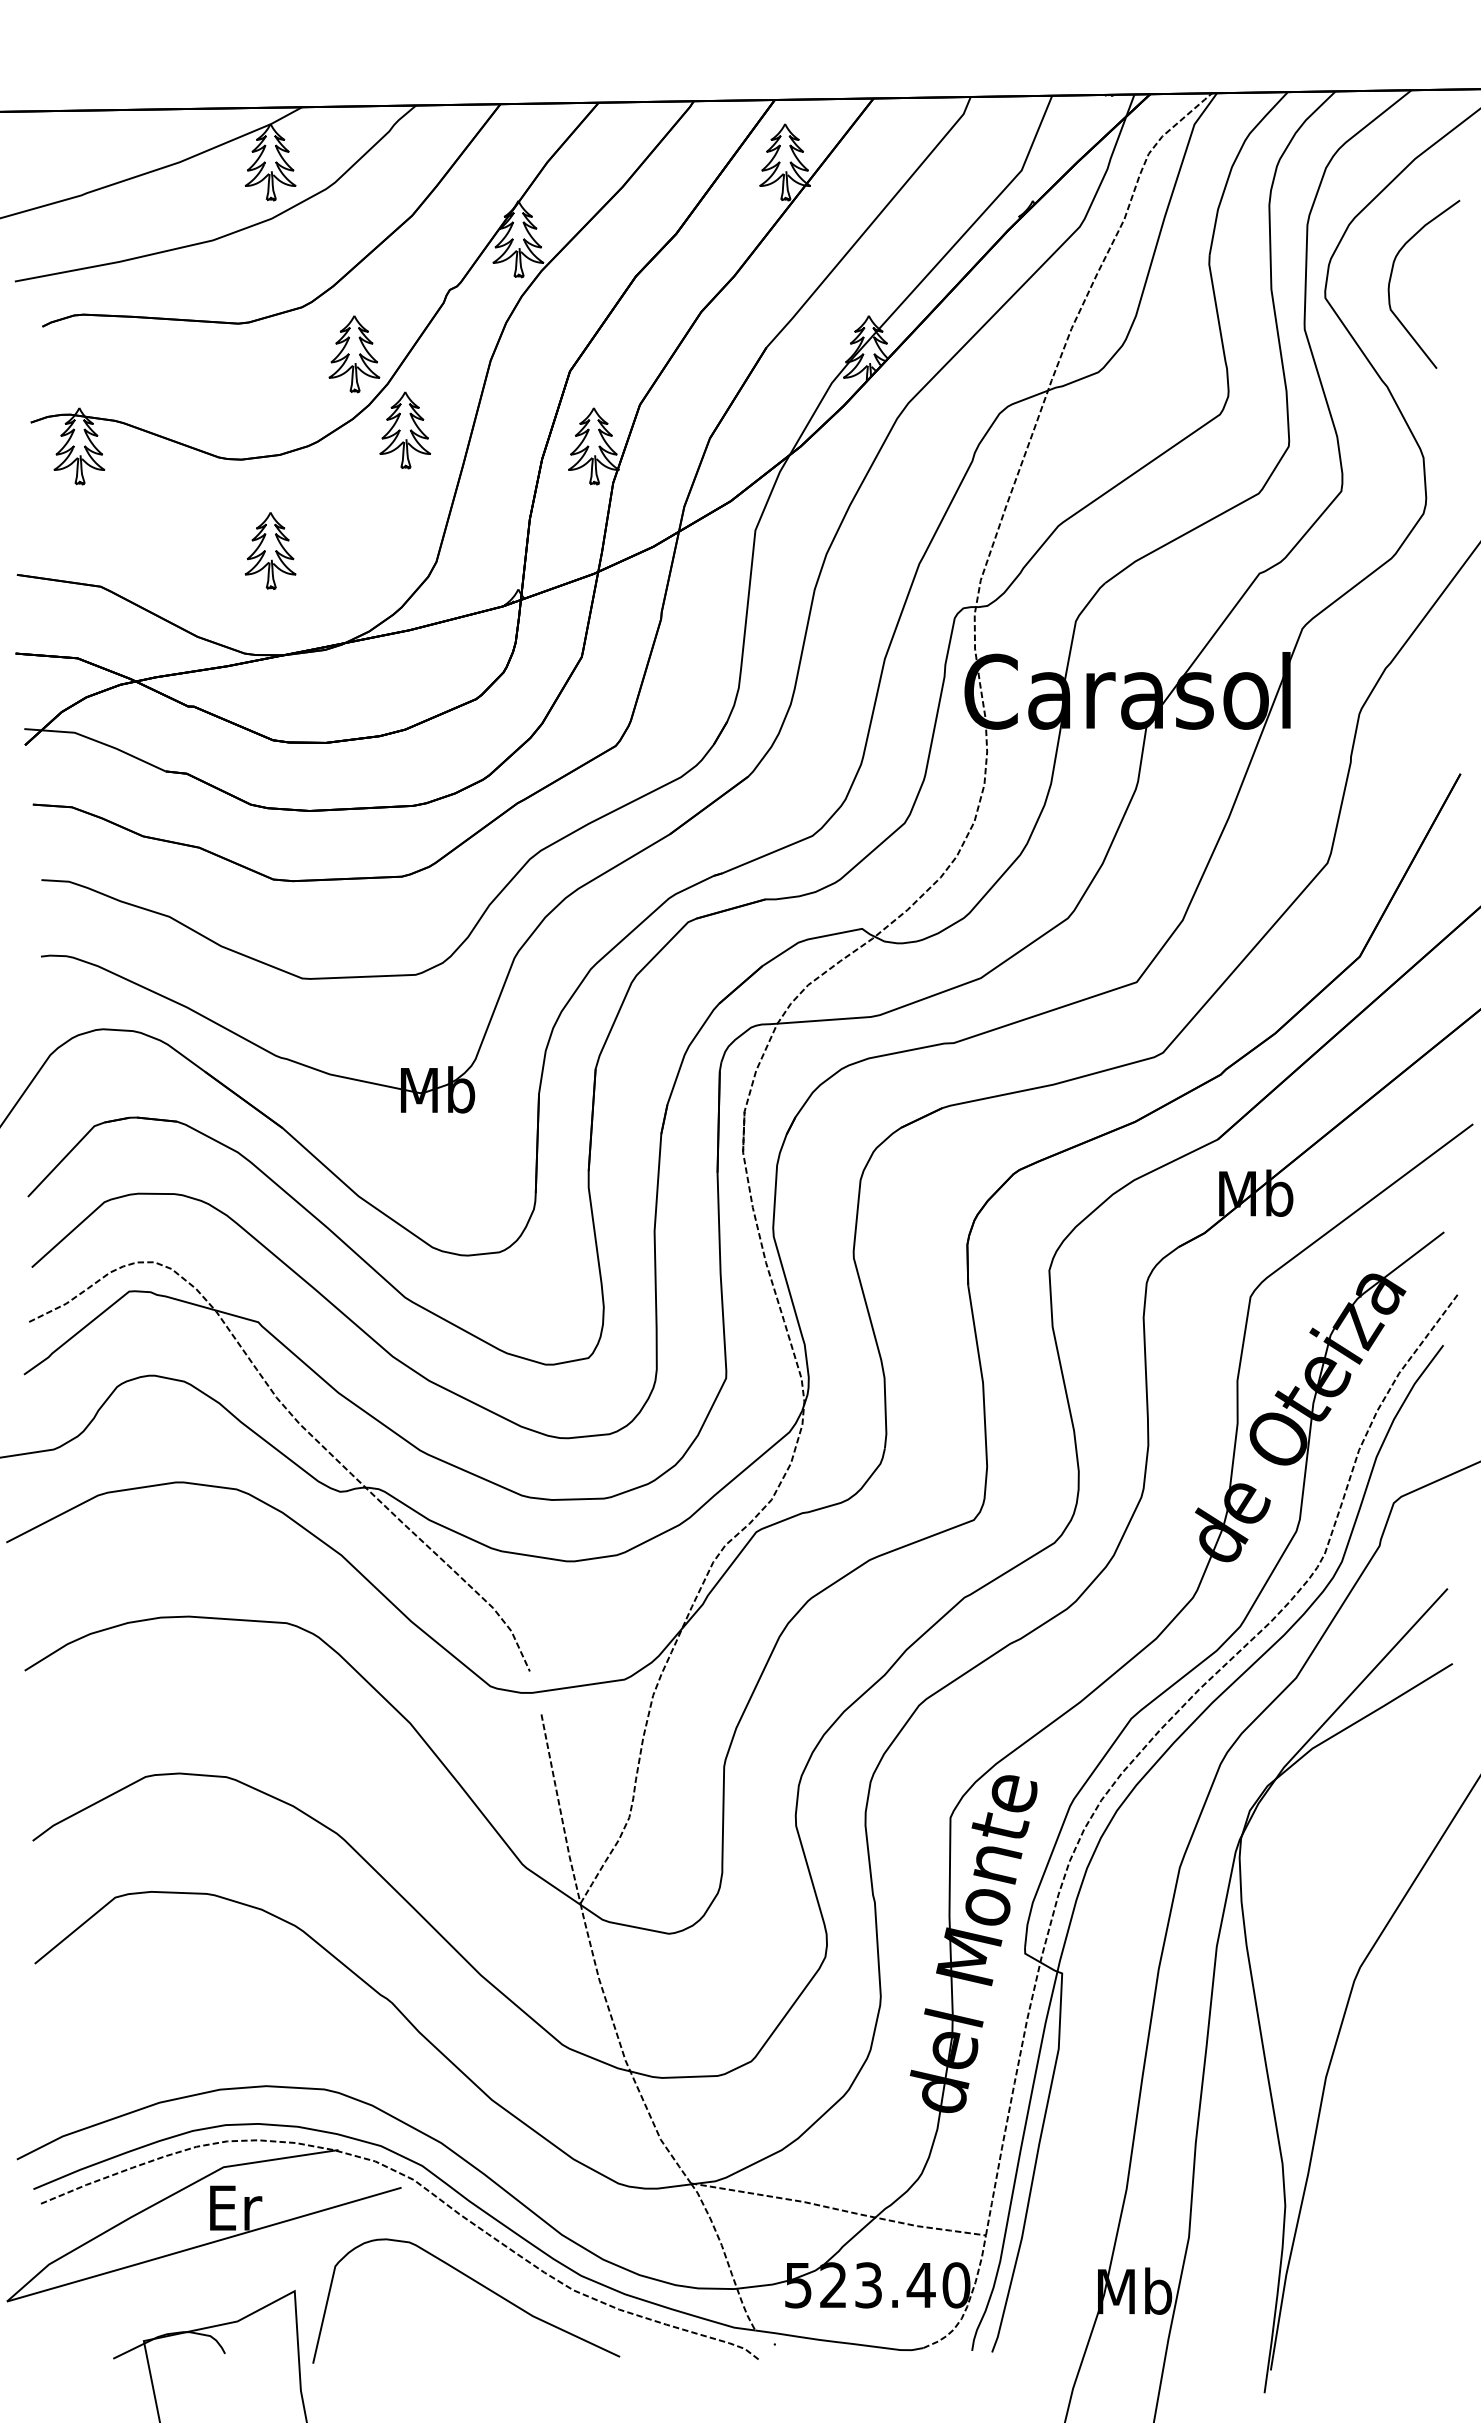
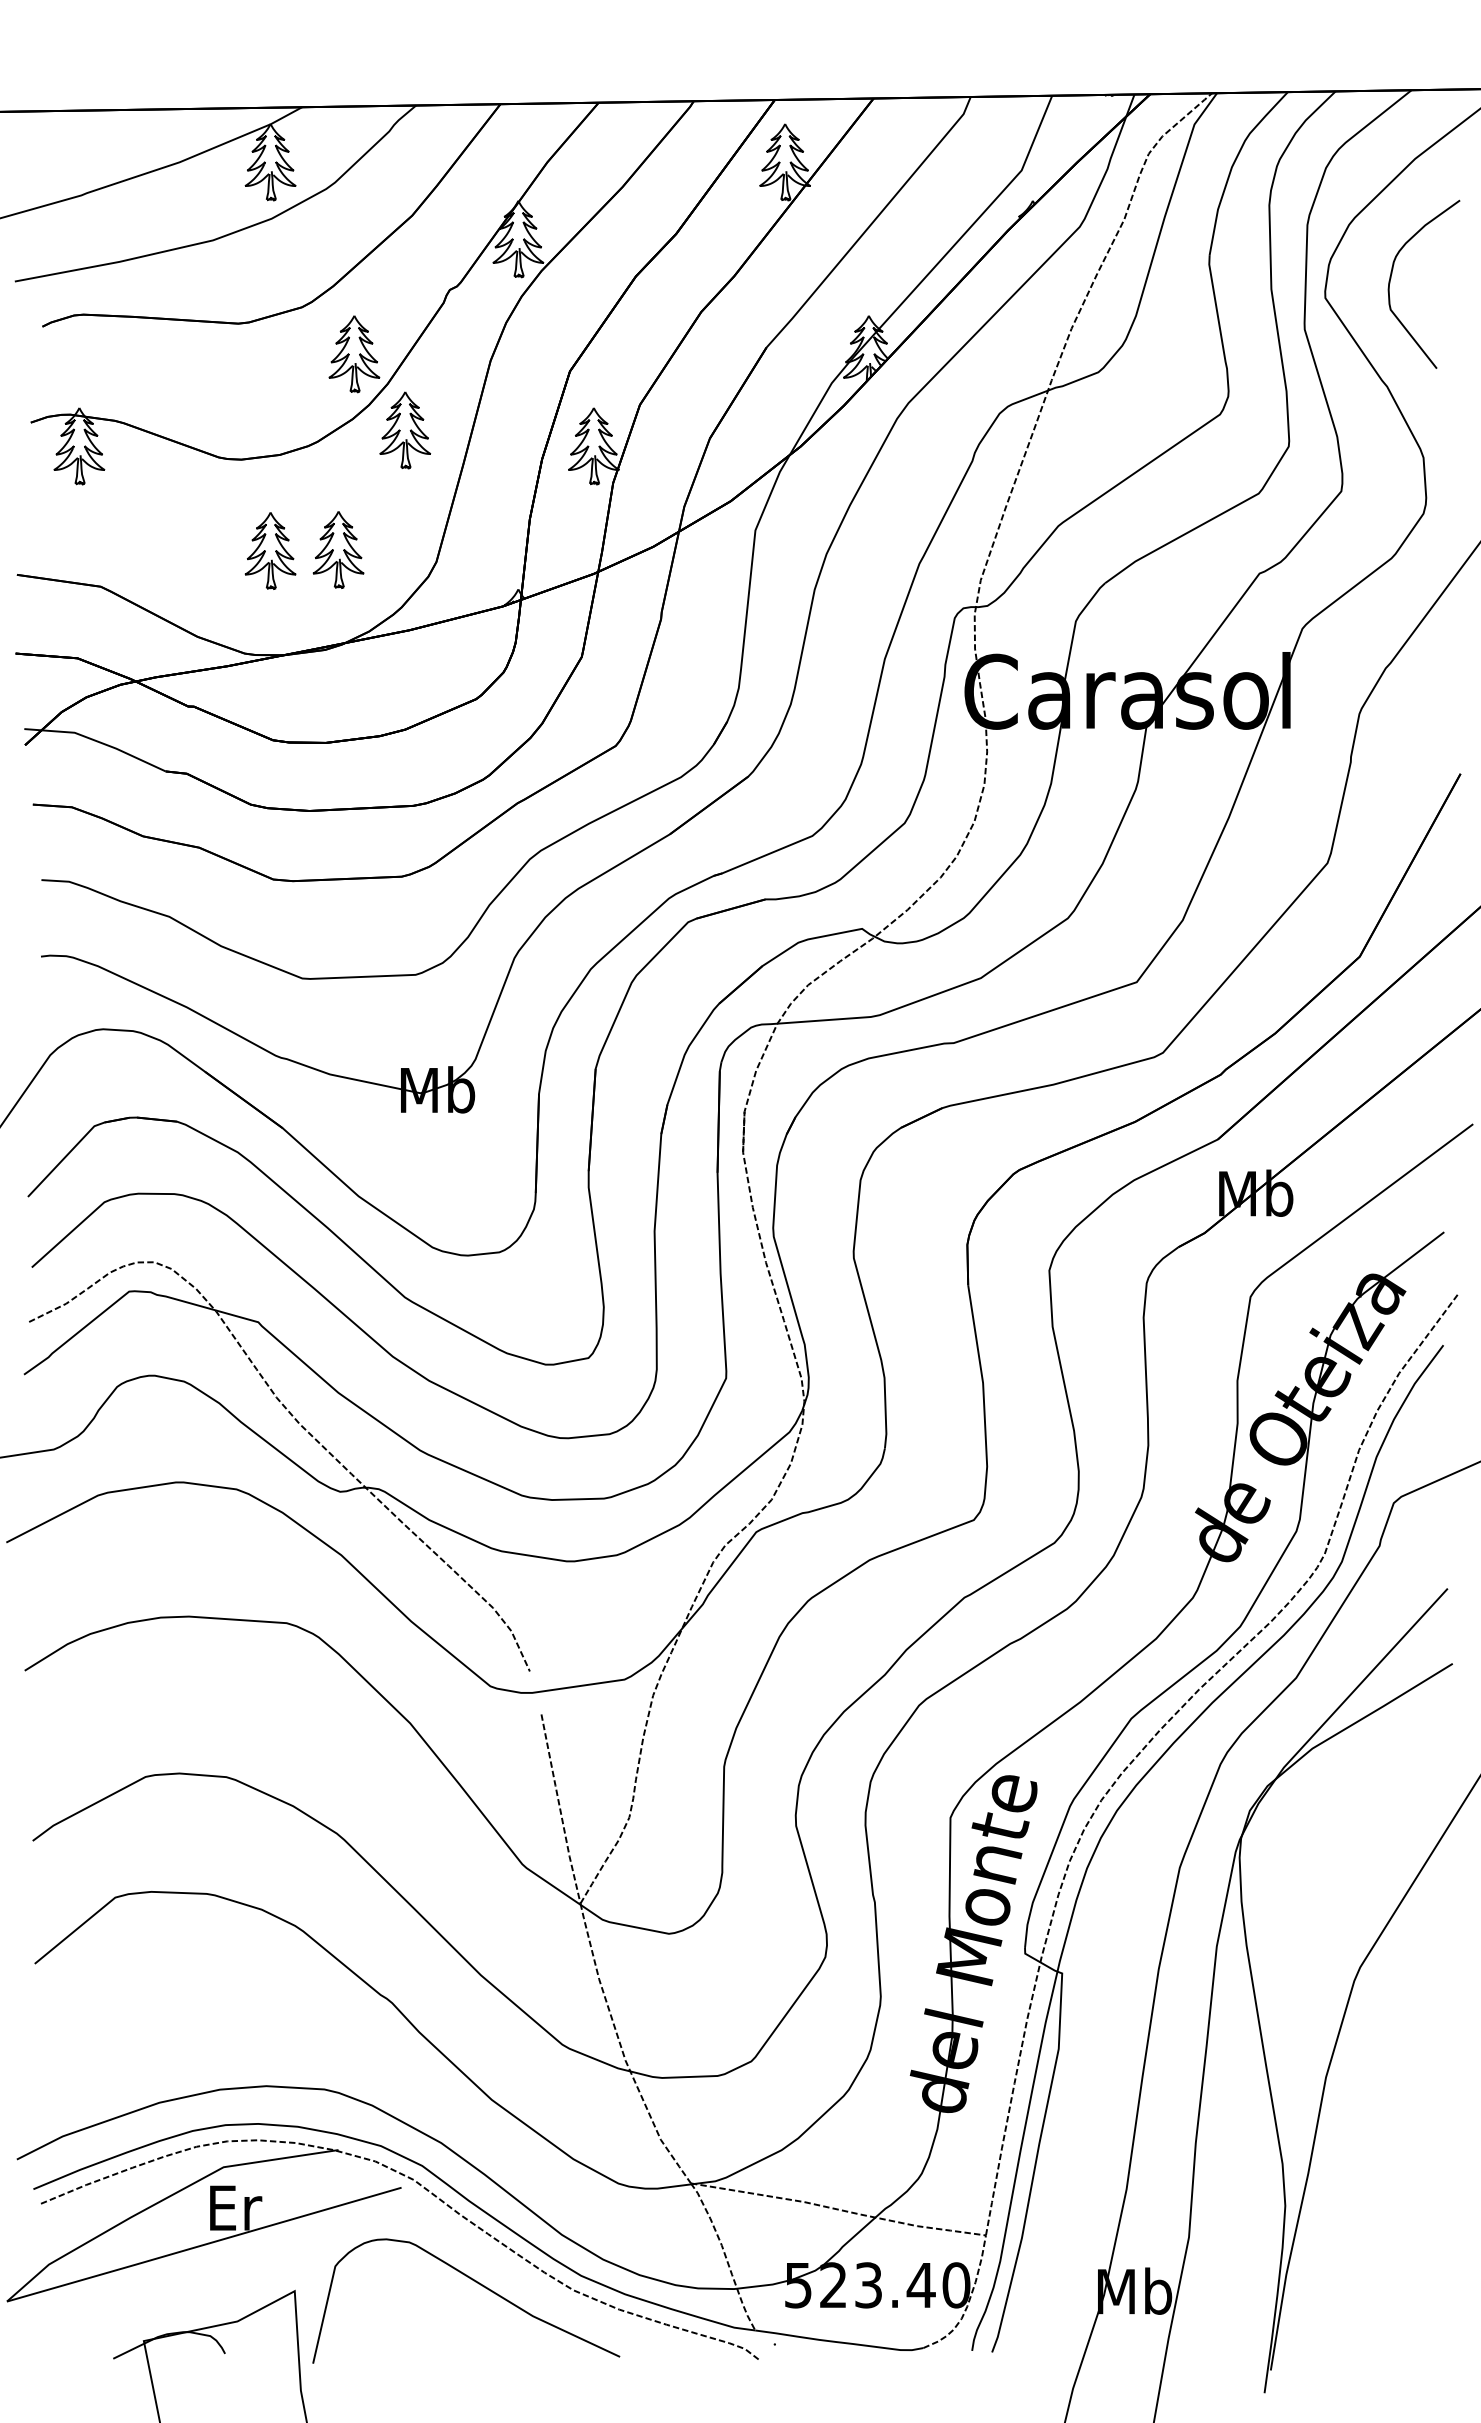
part at (338, 549): none -> present
